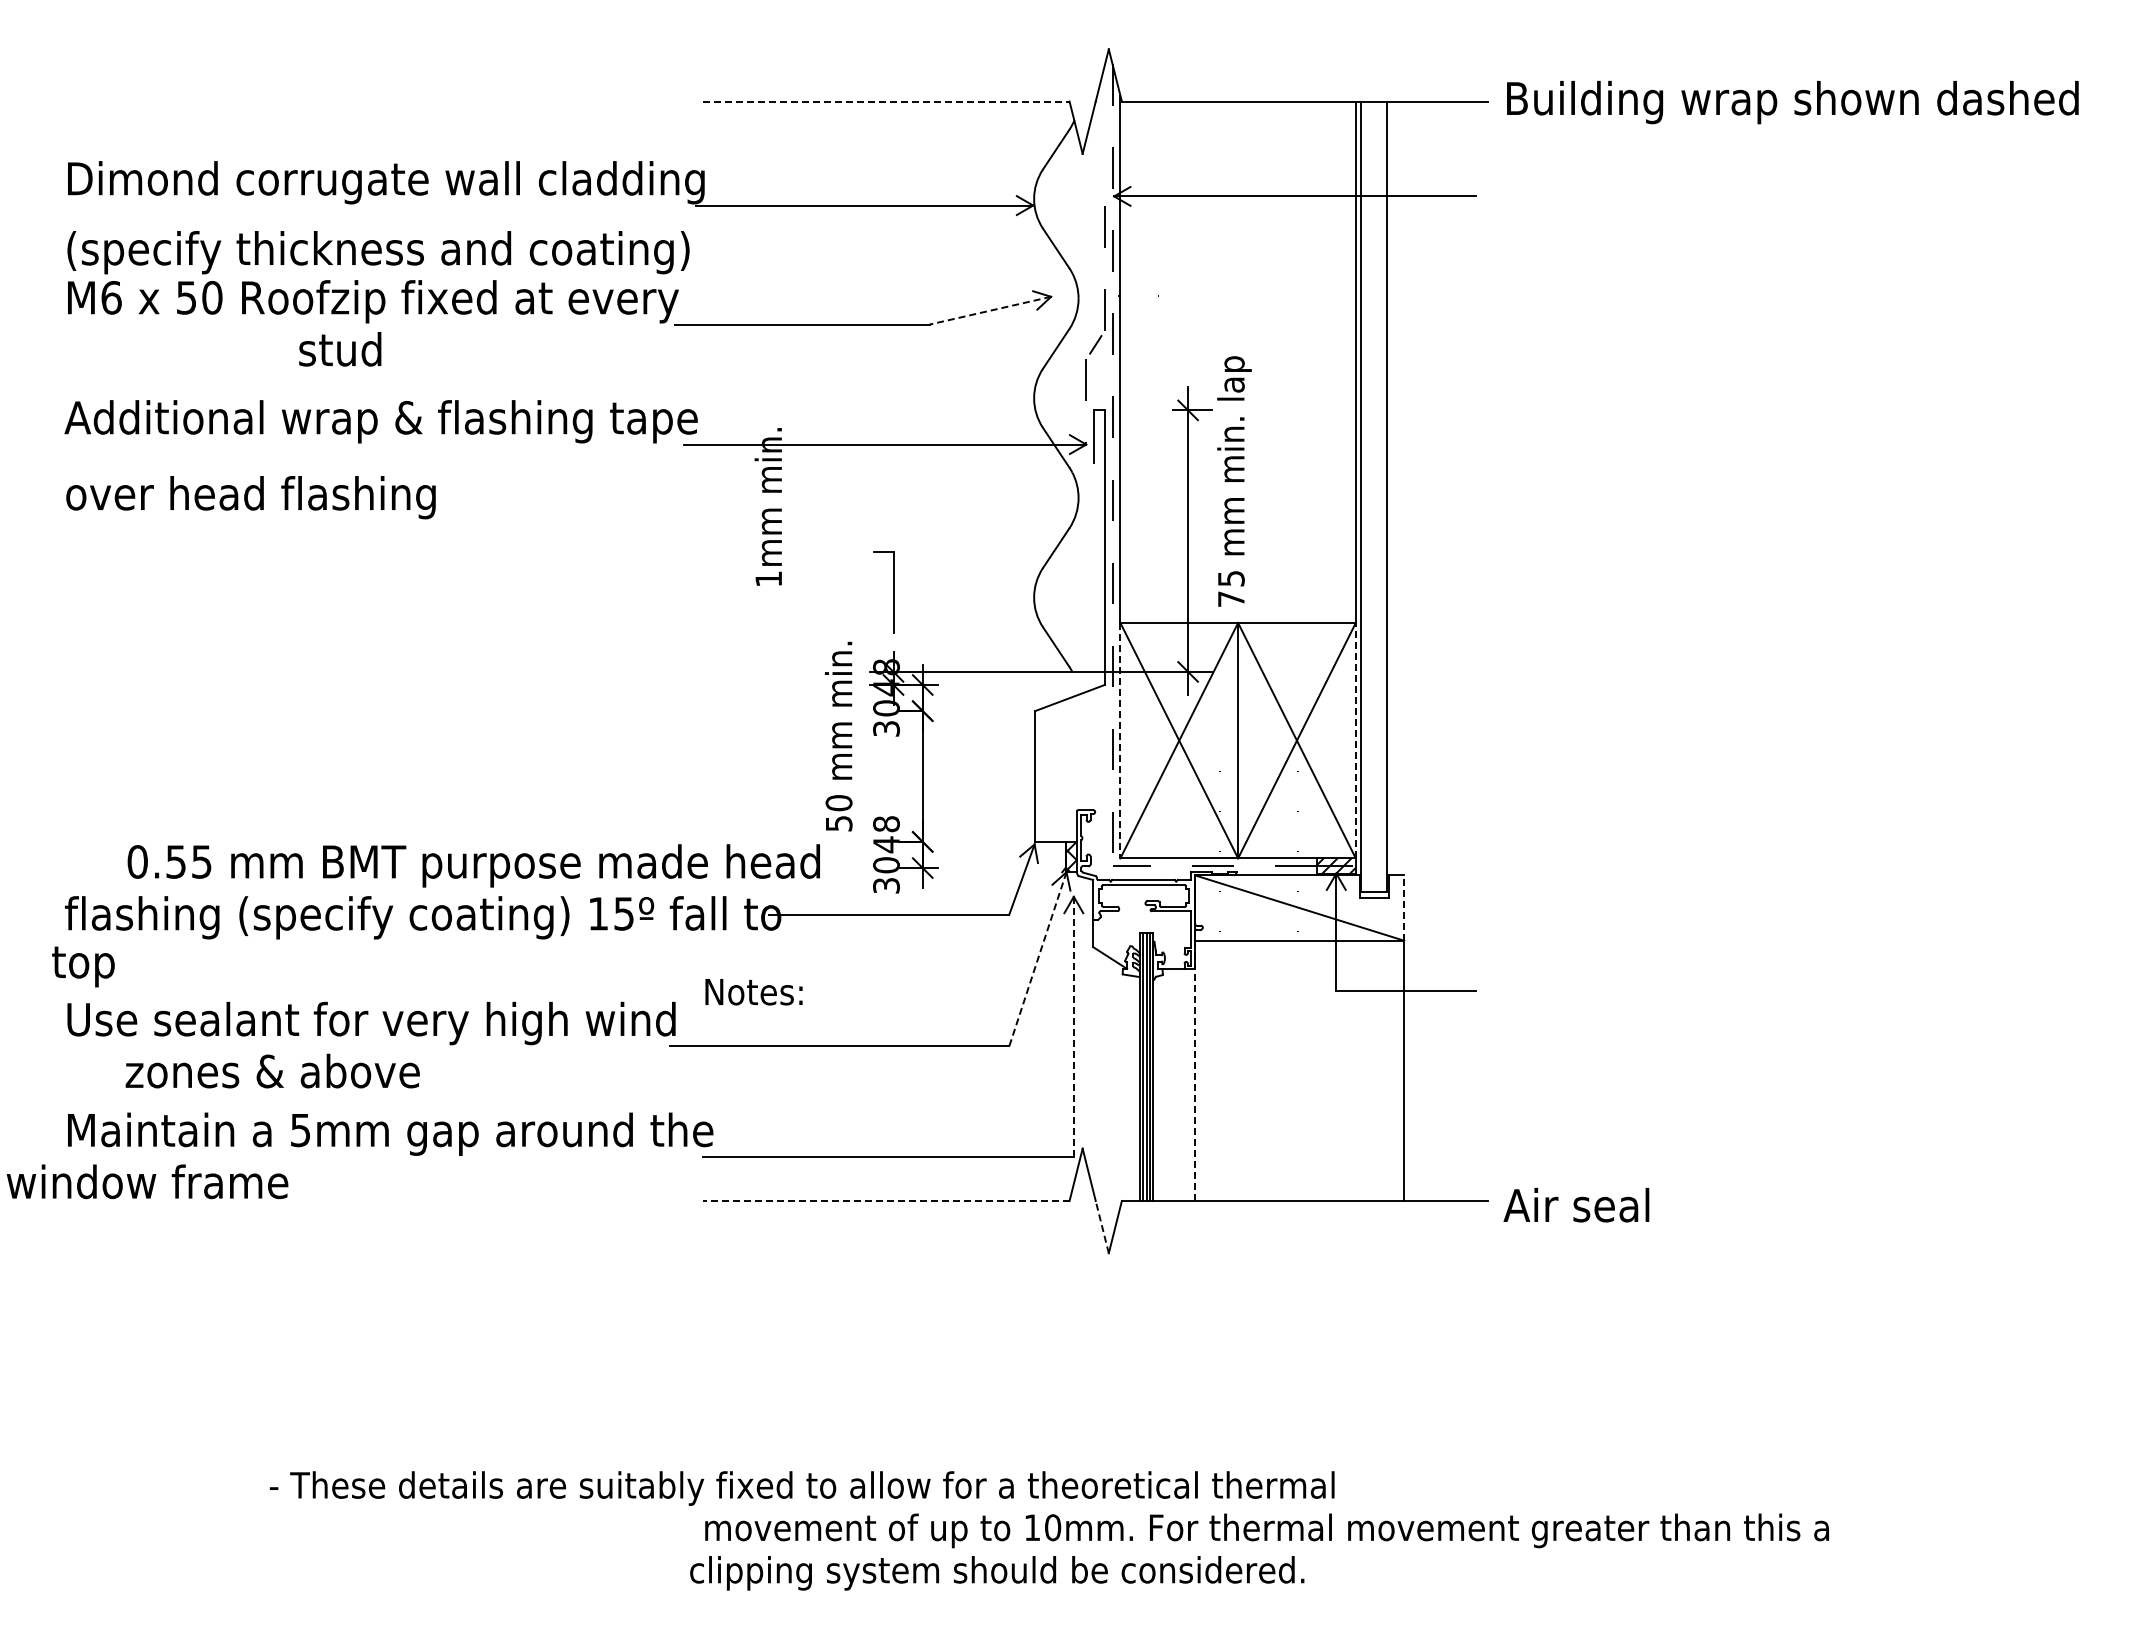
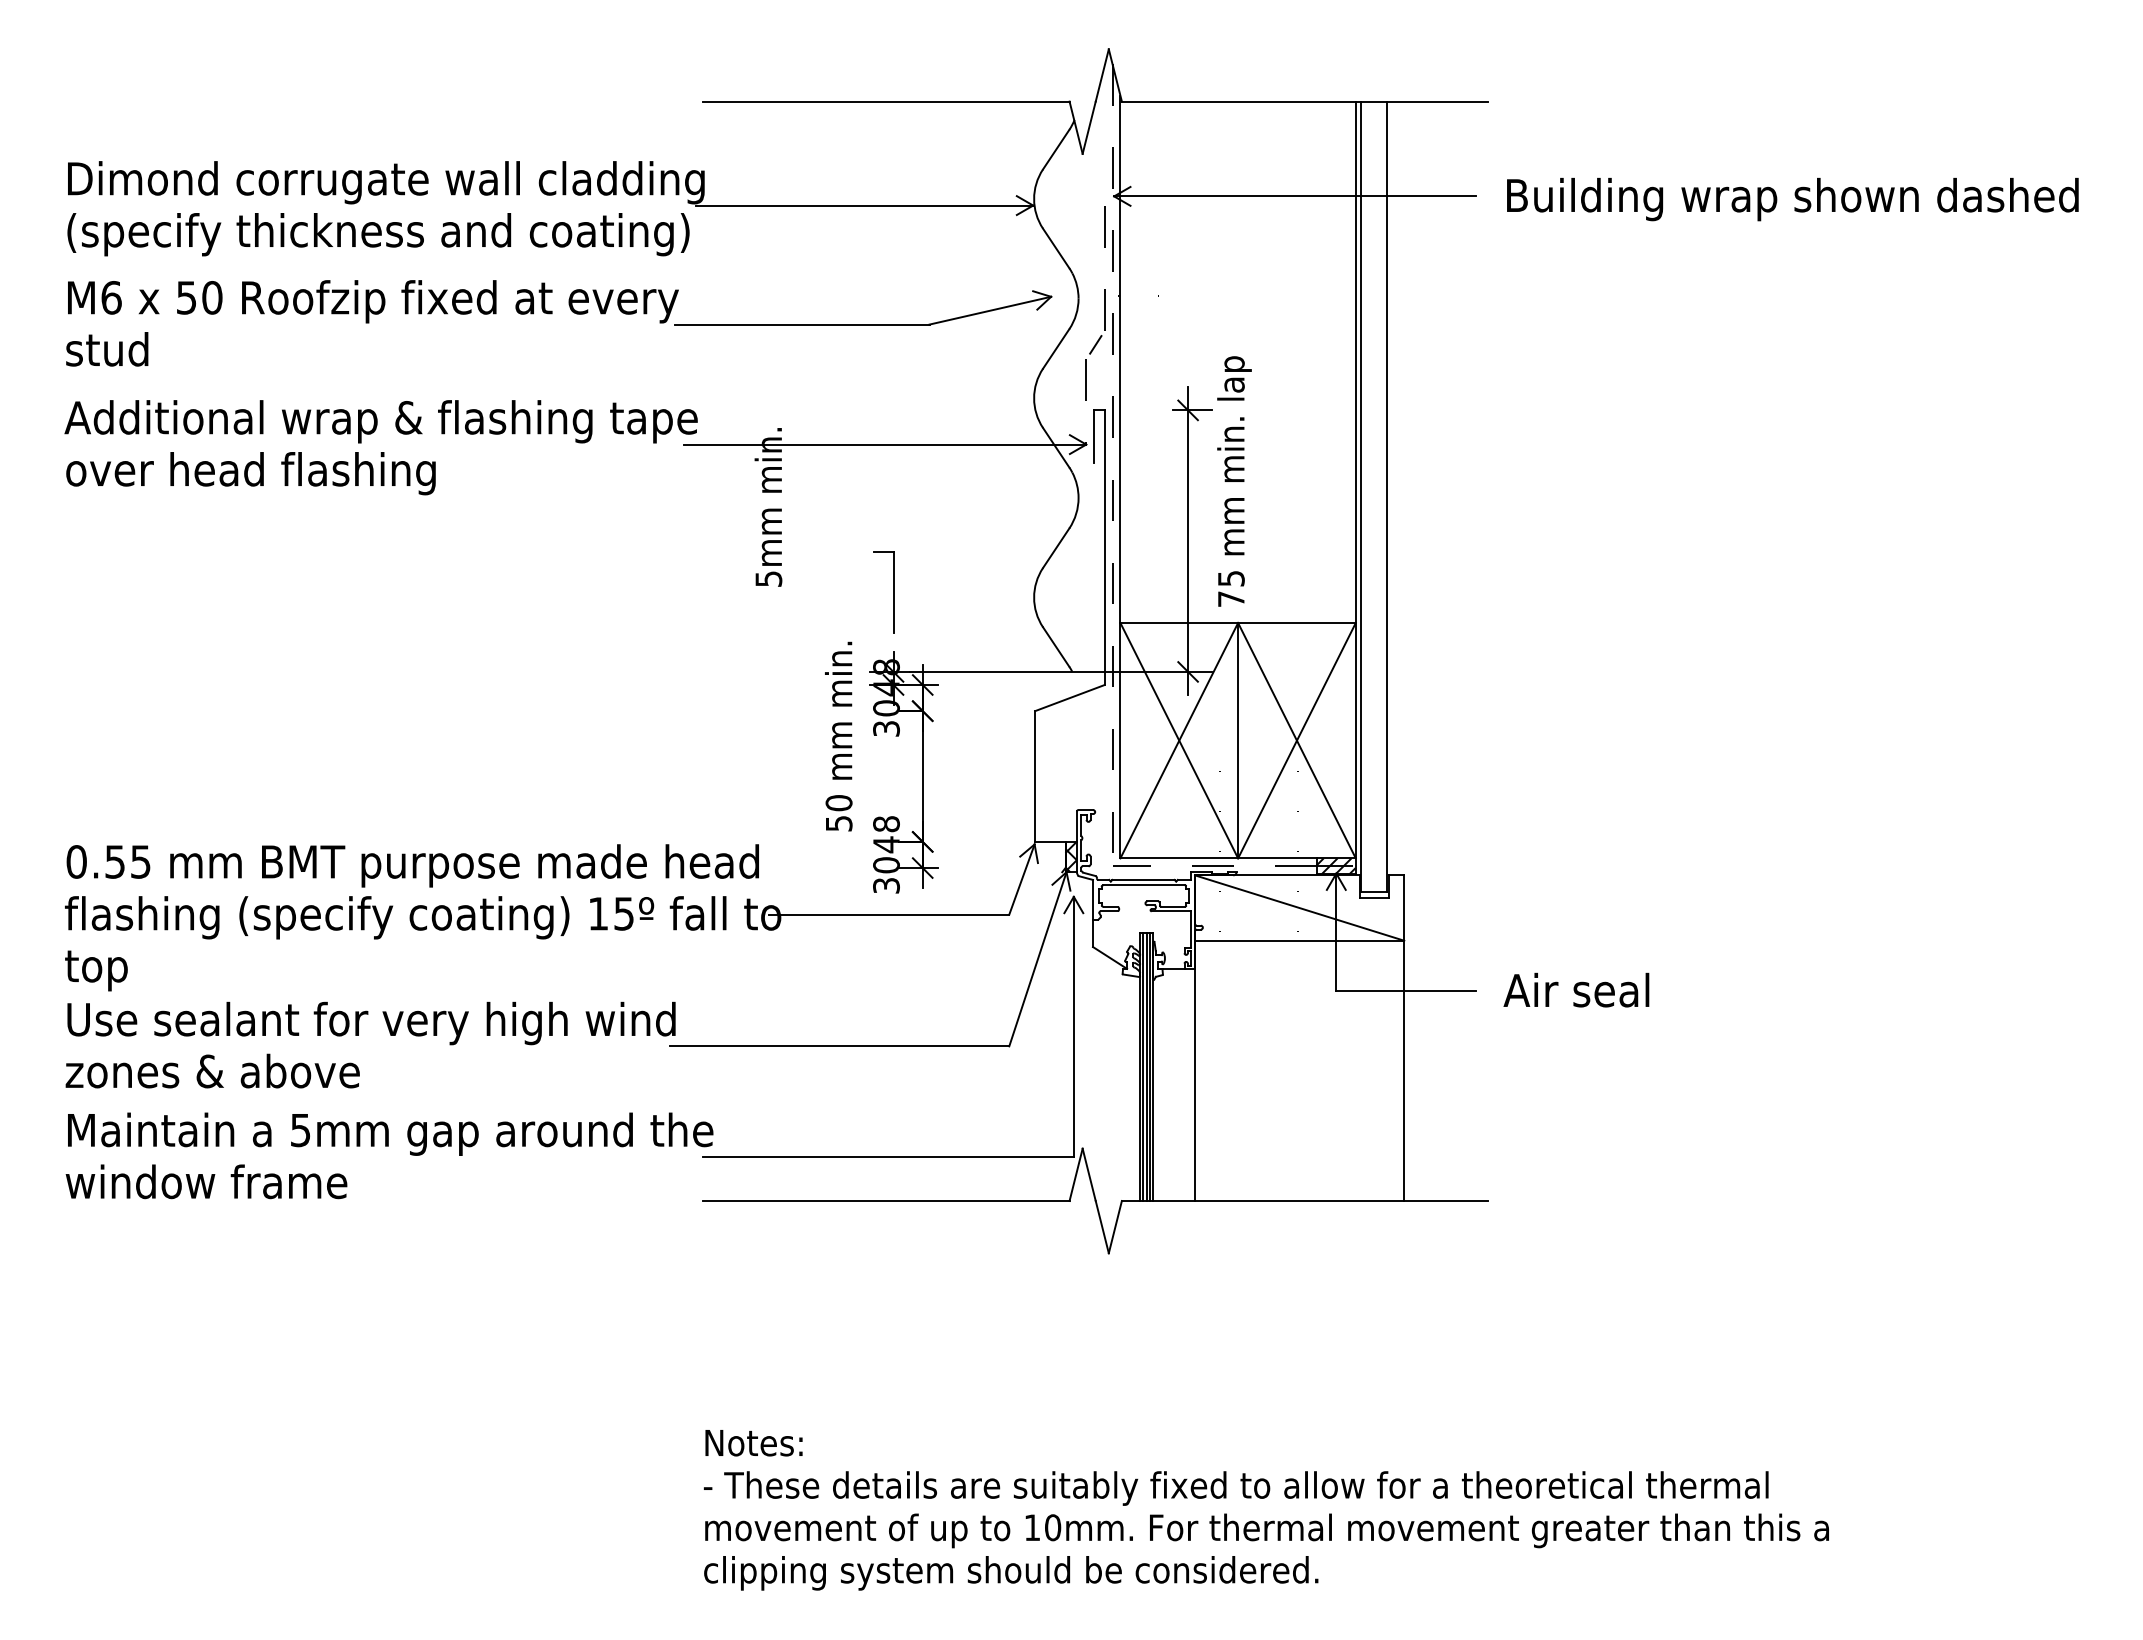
line at (887, 101): dashed -> solid
text at (1792, 102) position: (1792, 102) -> (1792, 199)
text at (378, 252) position: (378, 252) -> (378, 234)
line at (989, 310): dashed -> solid
text at (340, 349) position: (340, 349) -> (107, 349)
text at (250, 497) position: (250, 497) -> (250, 473)
text at (768, 578): 1mm -> 5mm
line at (1120, 740): dashed -> solid
line at (1355, 740): dashed -> solid
text at (473, 865) position: (473, 865) -> (412, 865)
line at (1404, 908): dashed -> solid
line at (1037, 959): dashed -> solid
text at (83, 966) position: (83, 966) -> (96, 970)
text at (753, 992) position: (753, 992) -> (753, 1443)
line at (1073, 1027): dashed -> solid
text at (272, 1070) position: (272, 1070) -> (212, 1070)
line at (1195, 1071): dashed -> solid
text at (147, 1181) position: (147, 1181) -> (206, 1181)
line at (886, 1200): dashed -> solid
text at (1576, 1204) position: (1576, 1204) -> (1576, 989)
line at (1102, 1227): dashed -> solid
text at (801, 1488) position: (801, 1488) -> (1235, 1488)
text at (997, 1573) position: (997, 1573) -> (1011, 1573)
